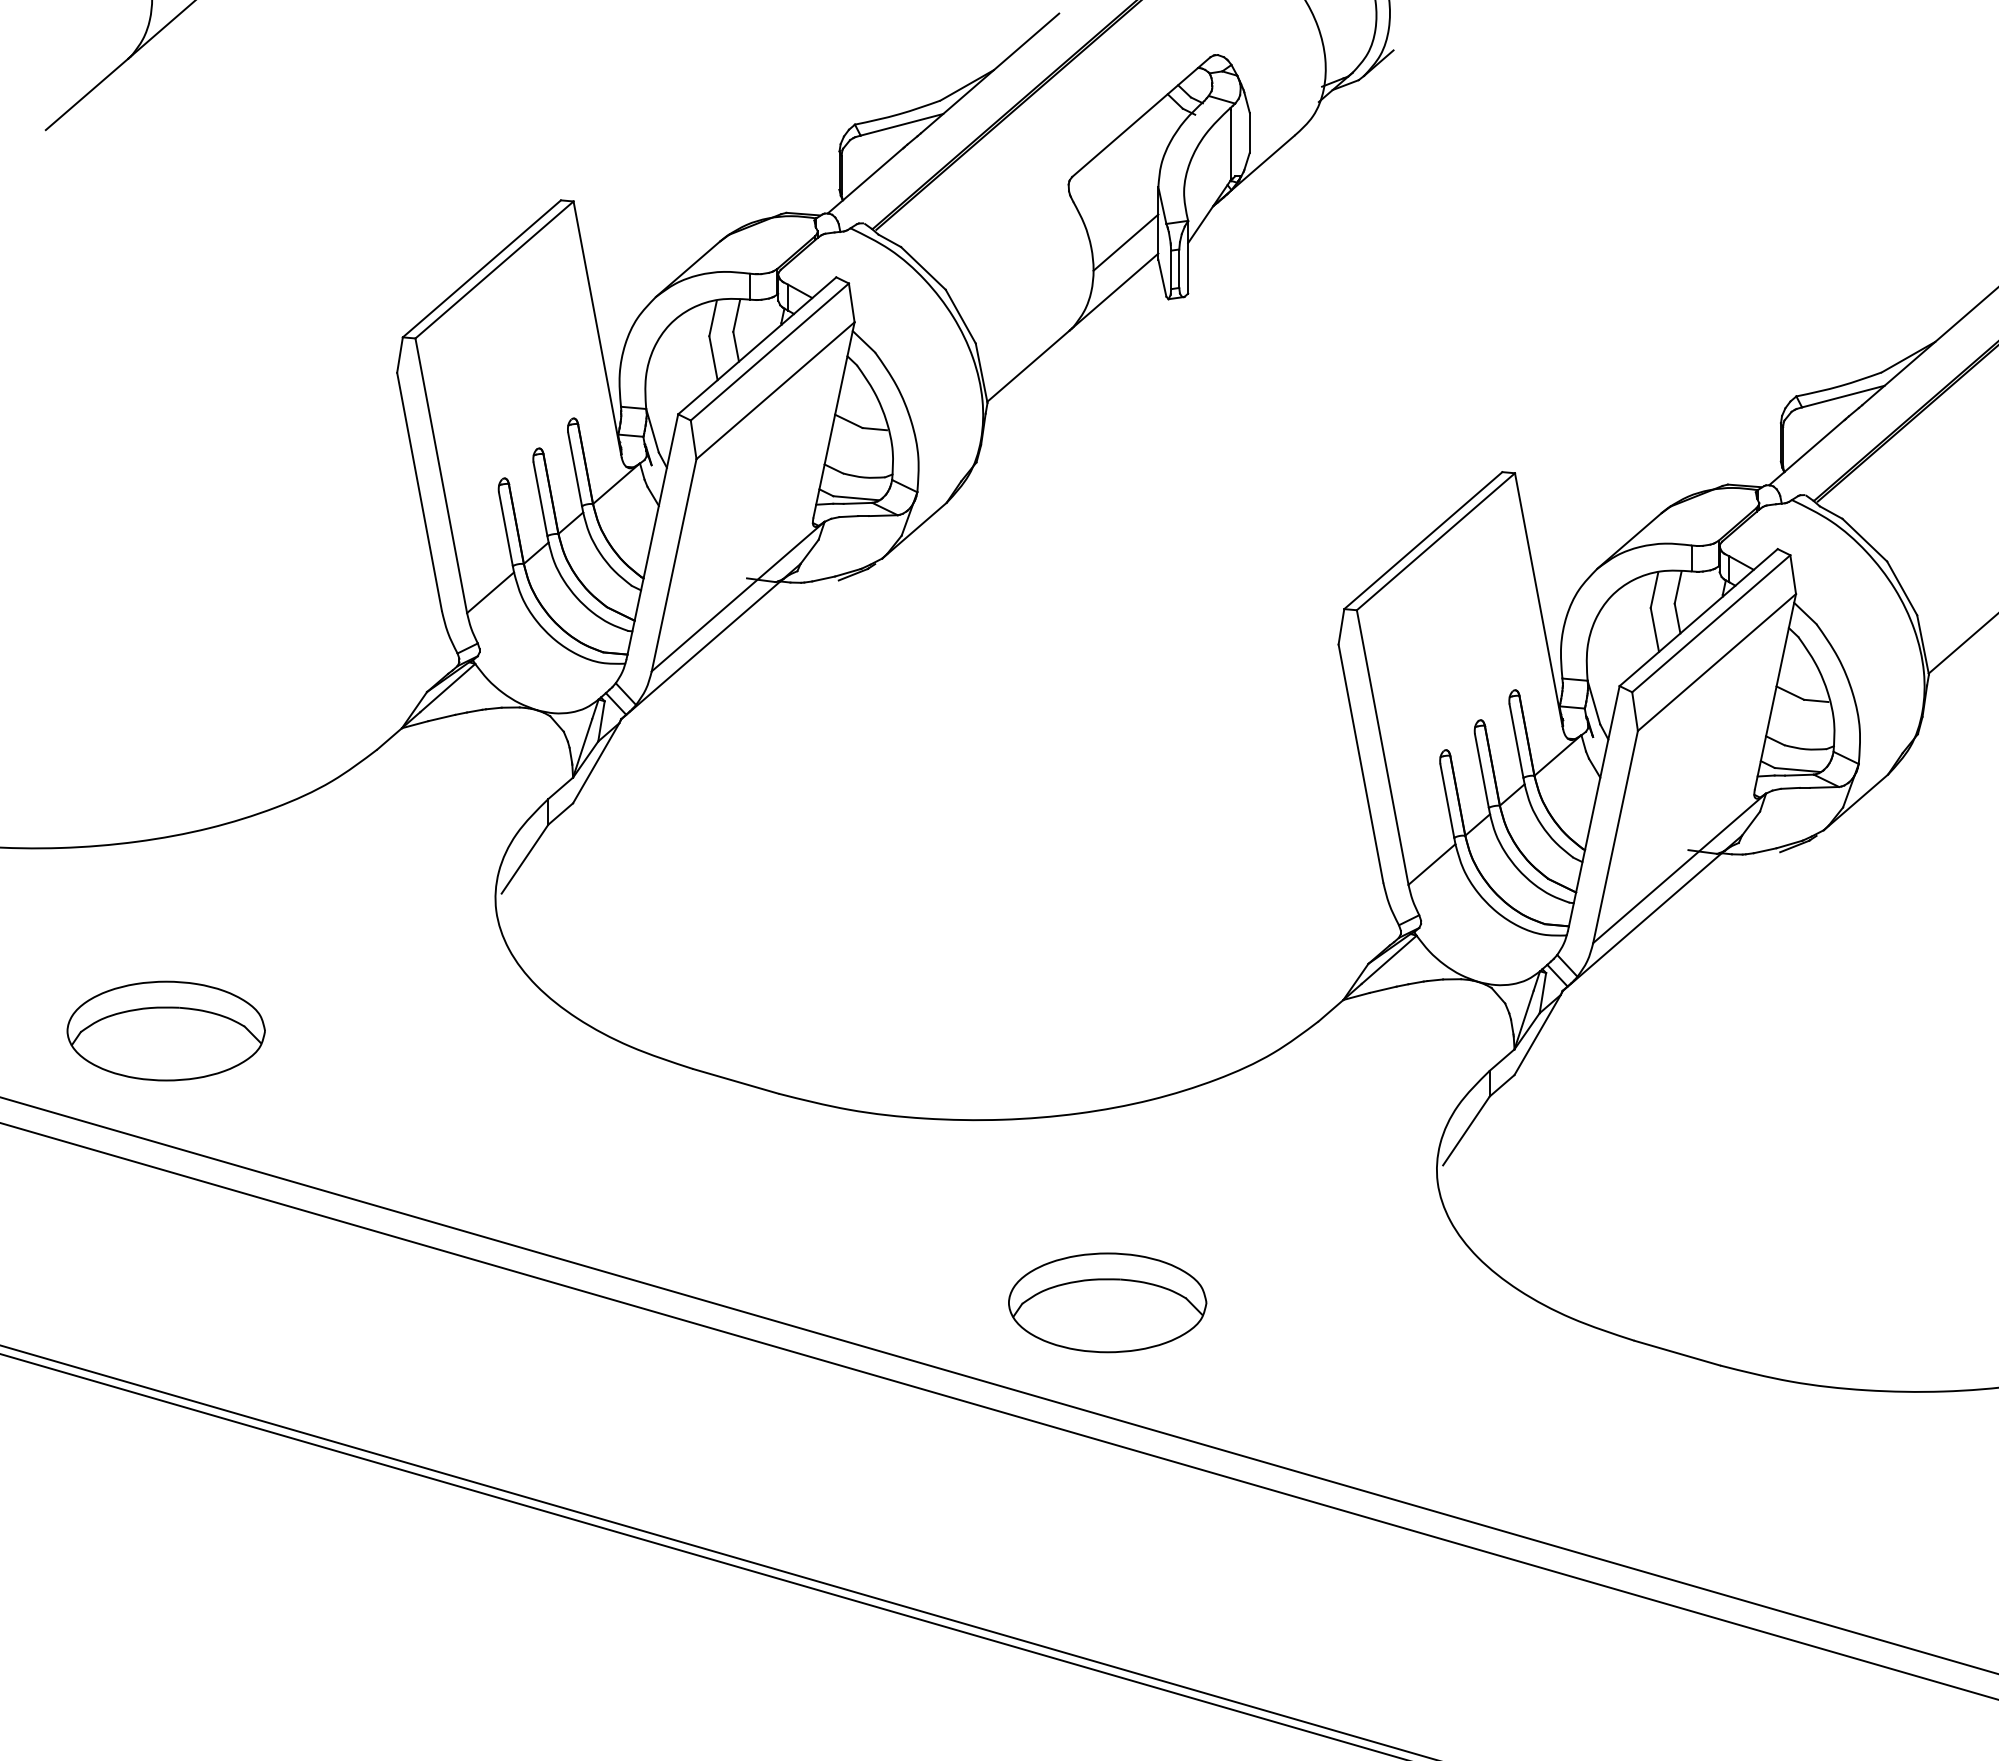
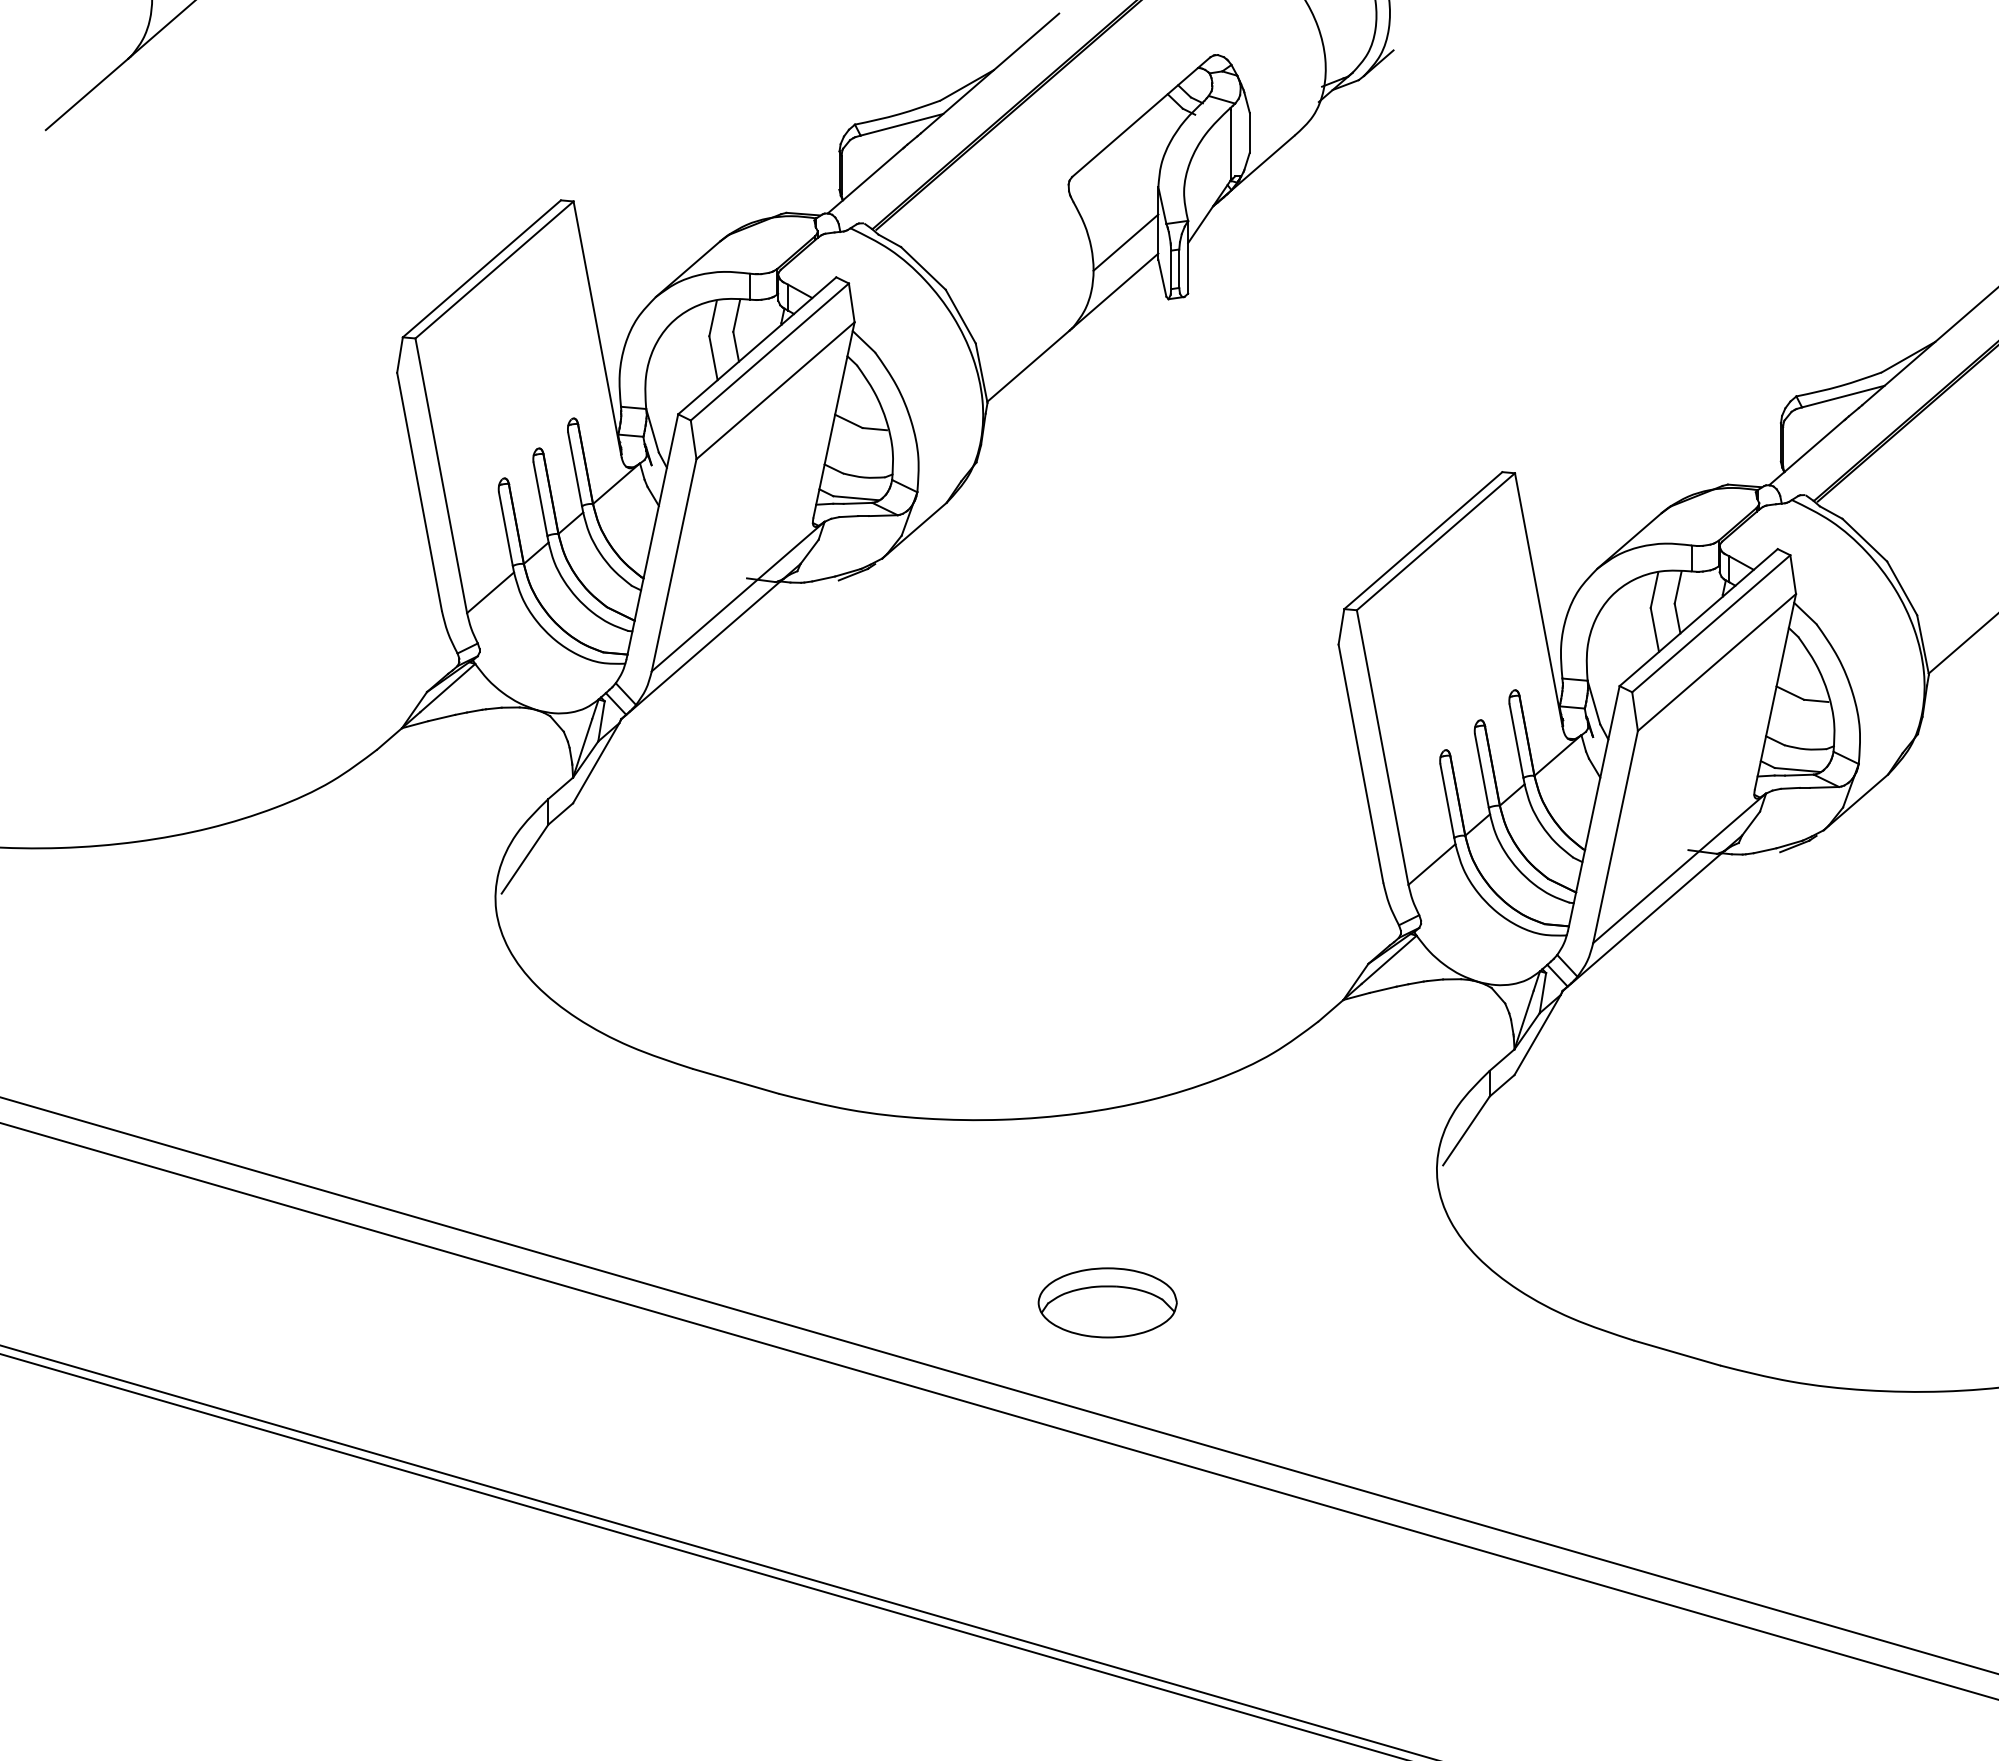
part at (165, 1030): present -> none
part at (1107, 1302) size: 200x102 px -> 141x72 px
